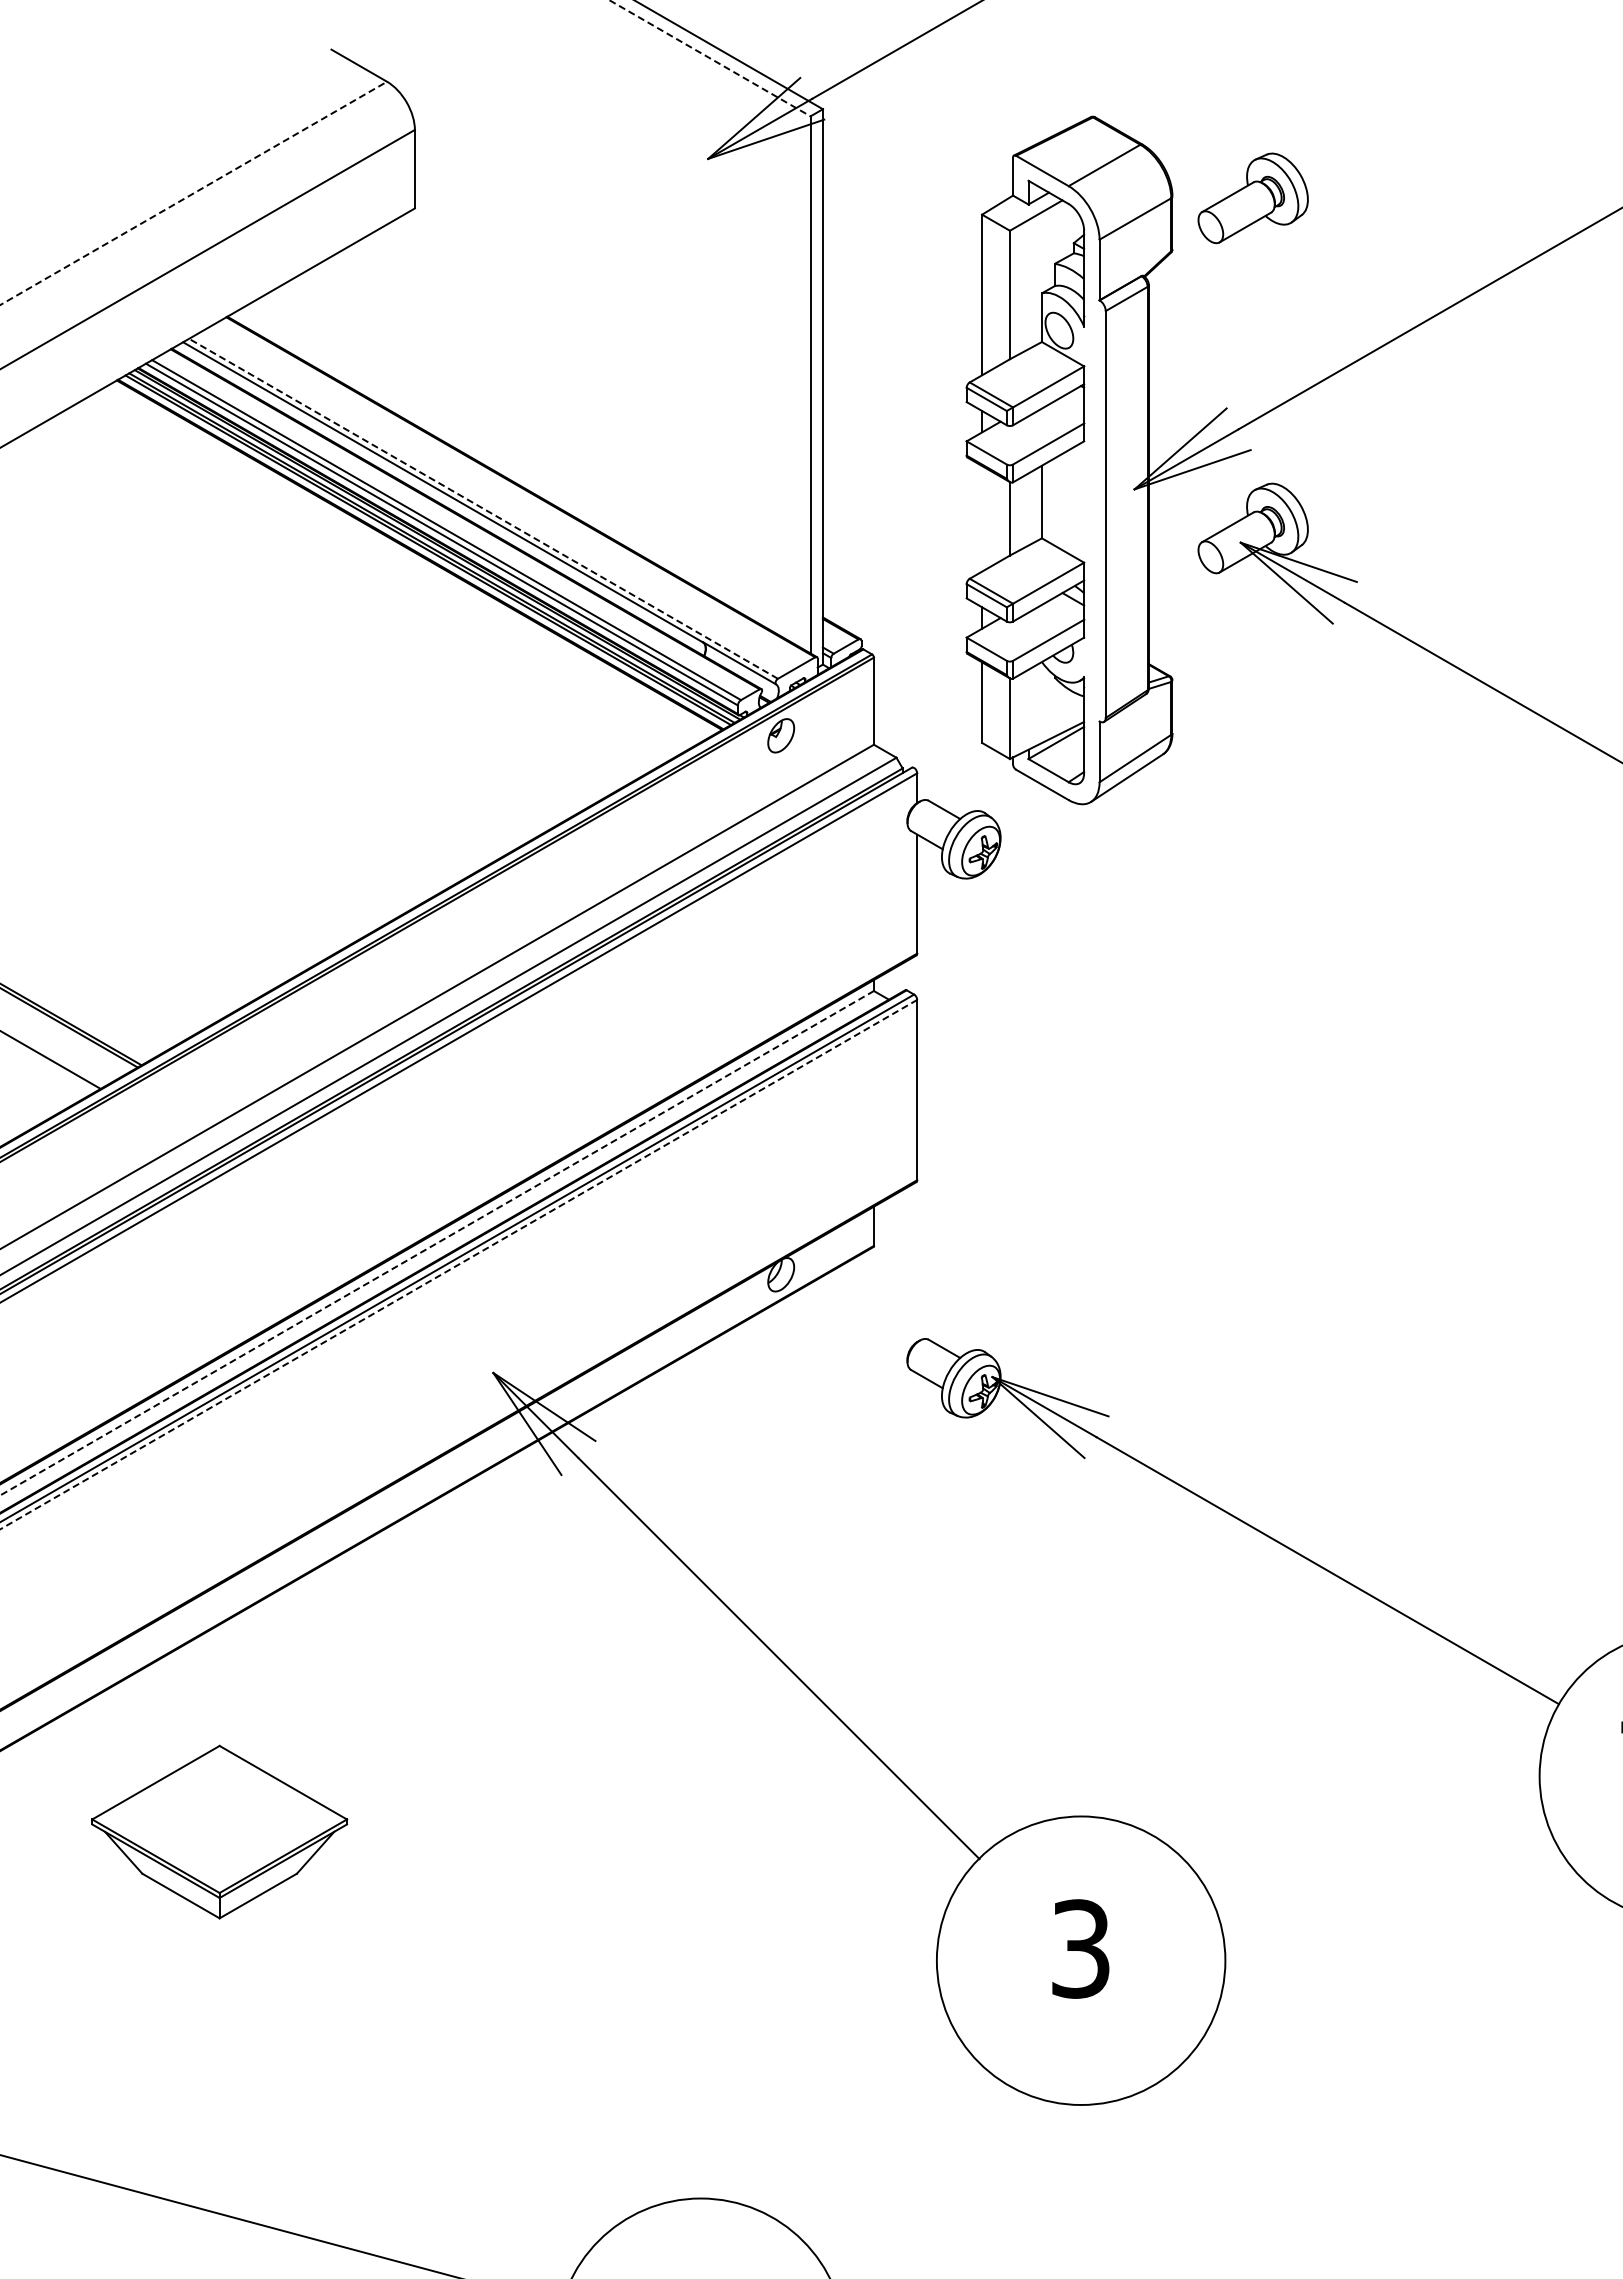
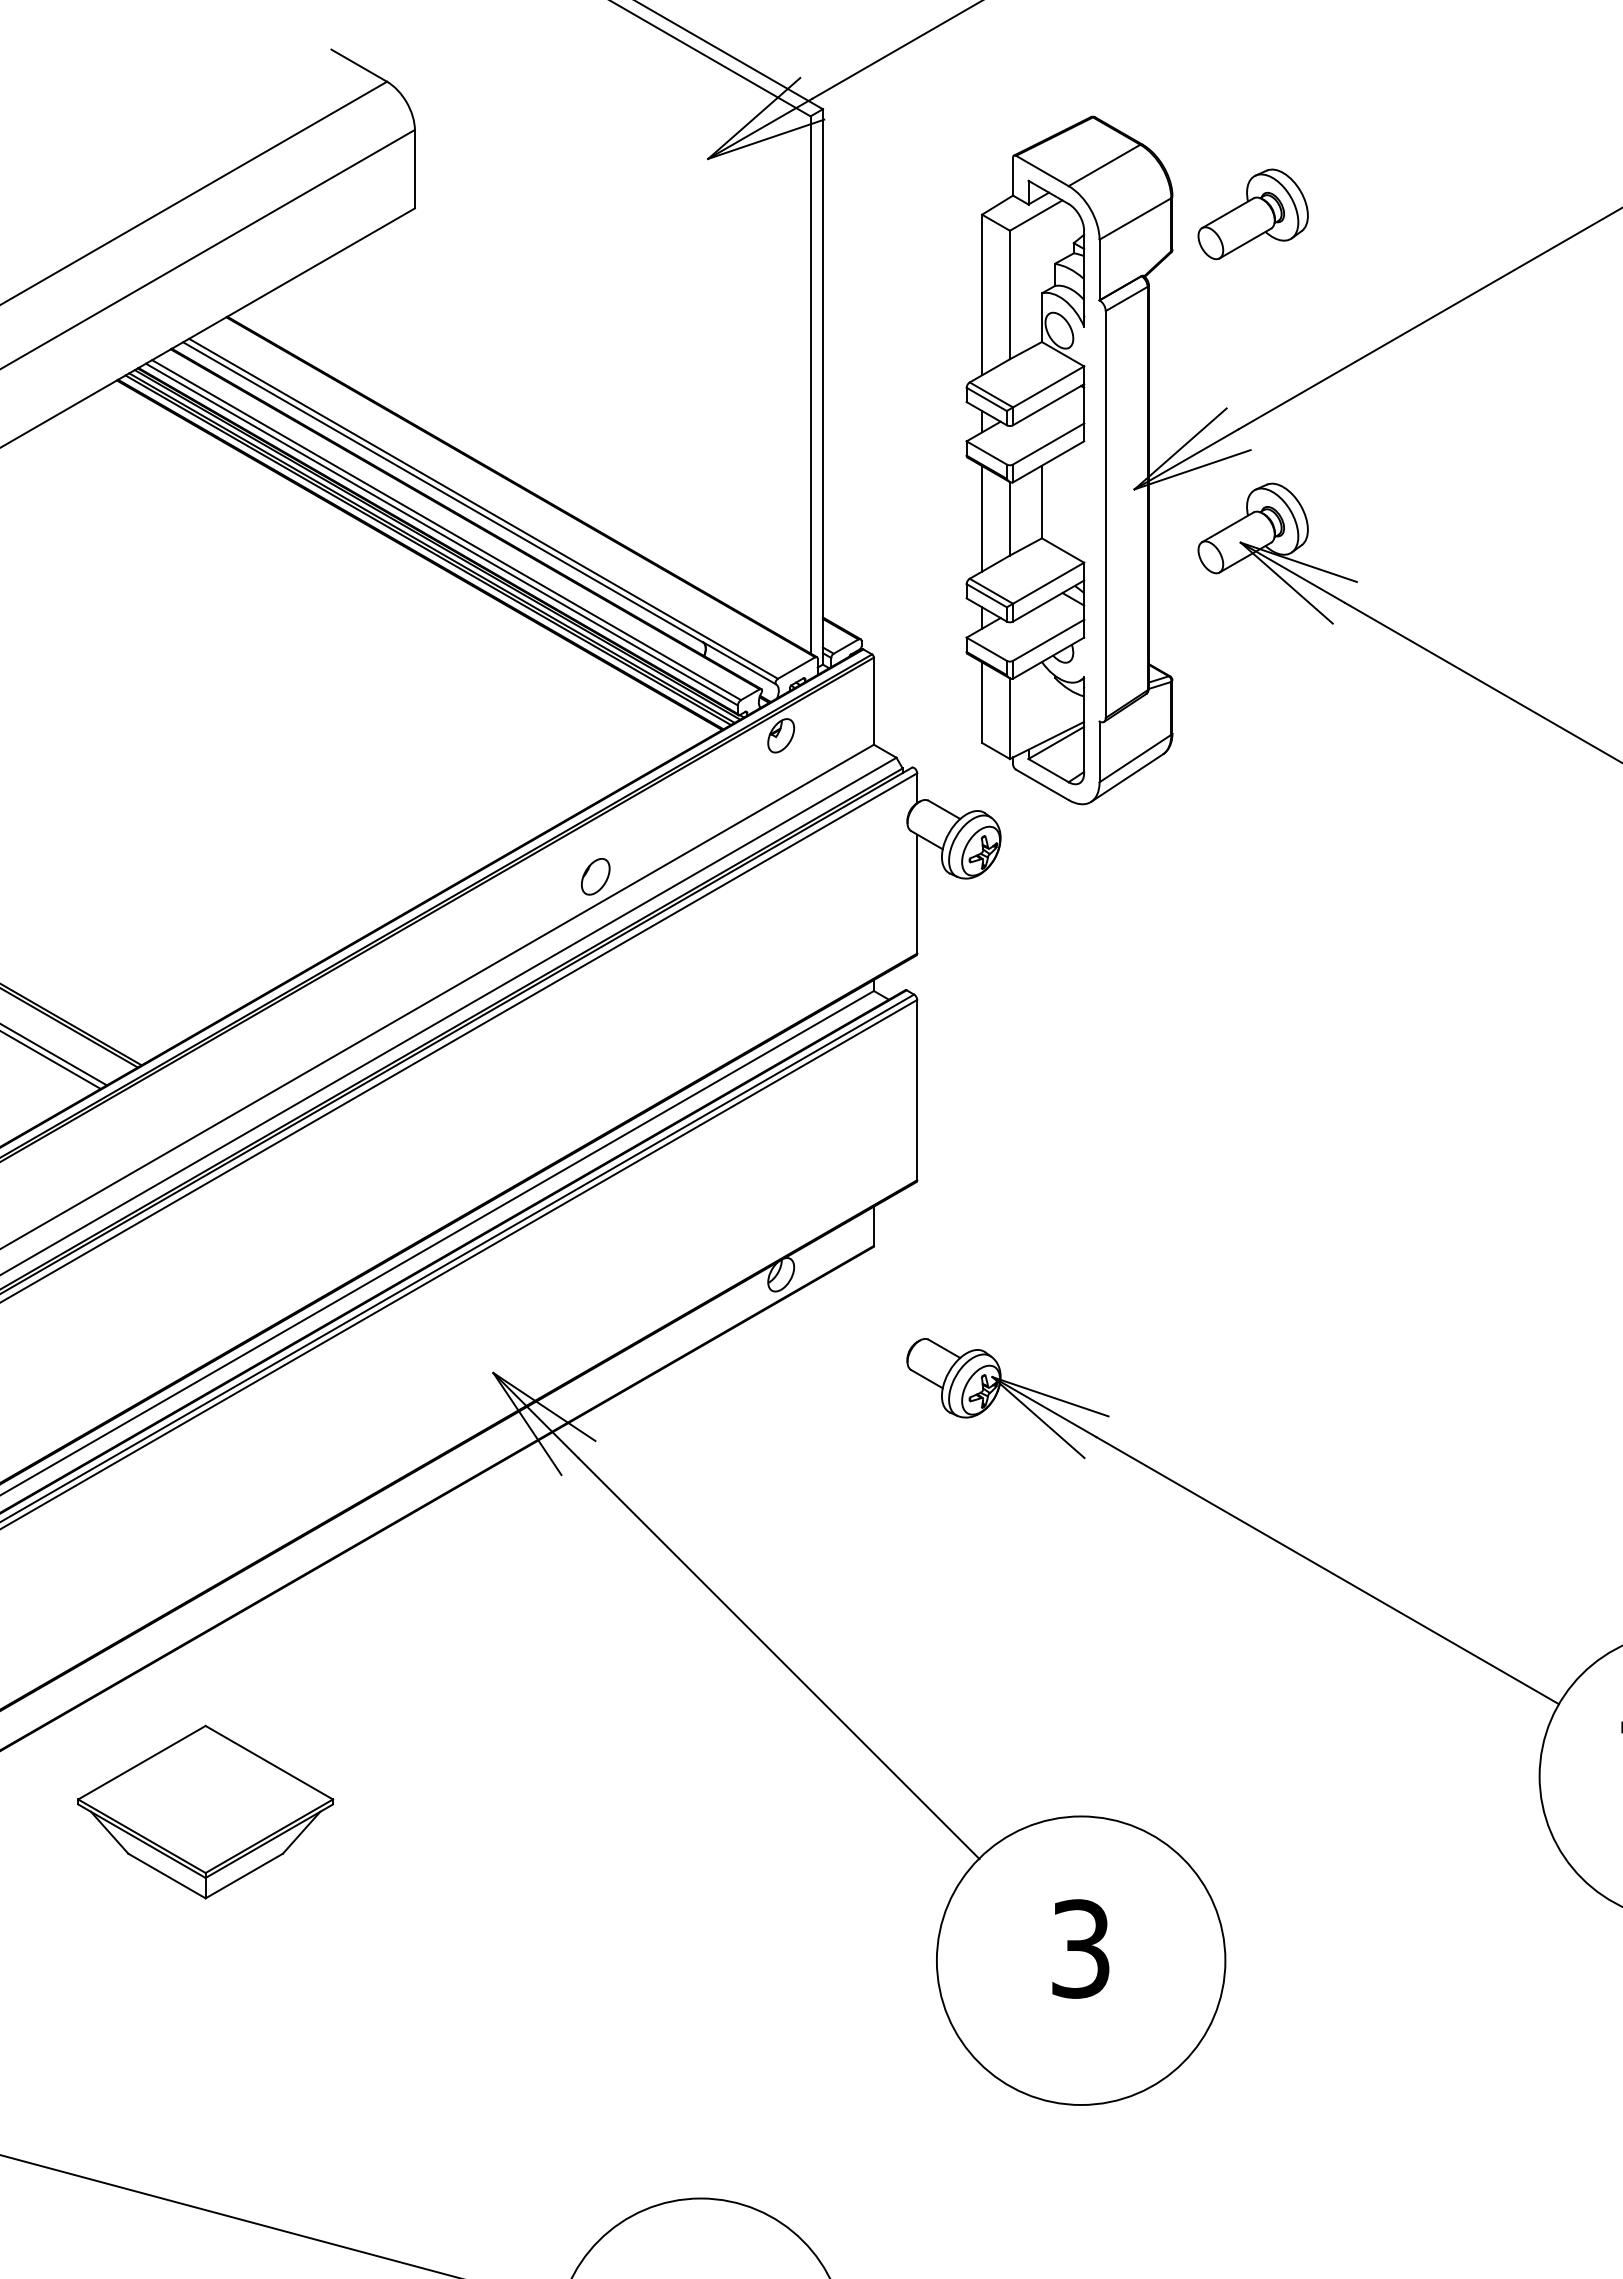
line at (710, 58): dashed -> solid
line at (194, 193): dashed -> solid
part at (1252, 198) position: (1252, 198) -> (1252, 214)
line at (483, 508): dashed -> solid
line at (982, 518): none -> present
part at (595, 876): none -> present
line at (54, 1054): none -> present
line at (437, 1243): dashed -> solid
line at (459, 1264): dashed -> solid
part at (219, 1831) position: (219, 1831) -> (205, 1811)
